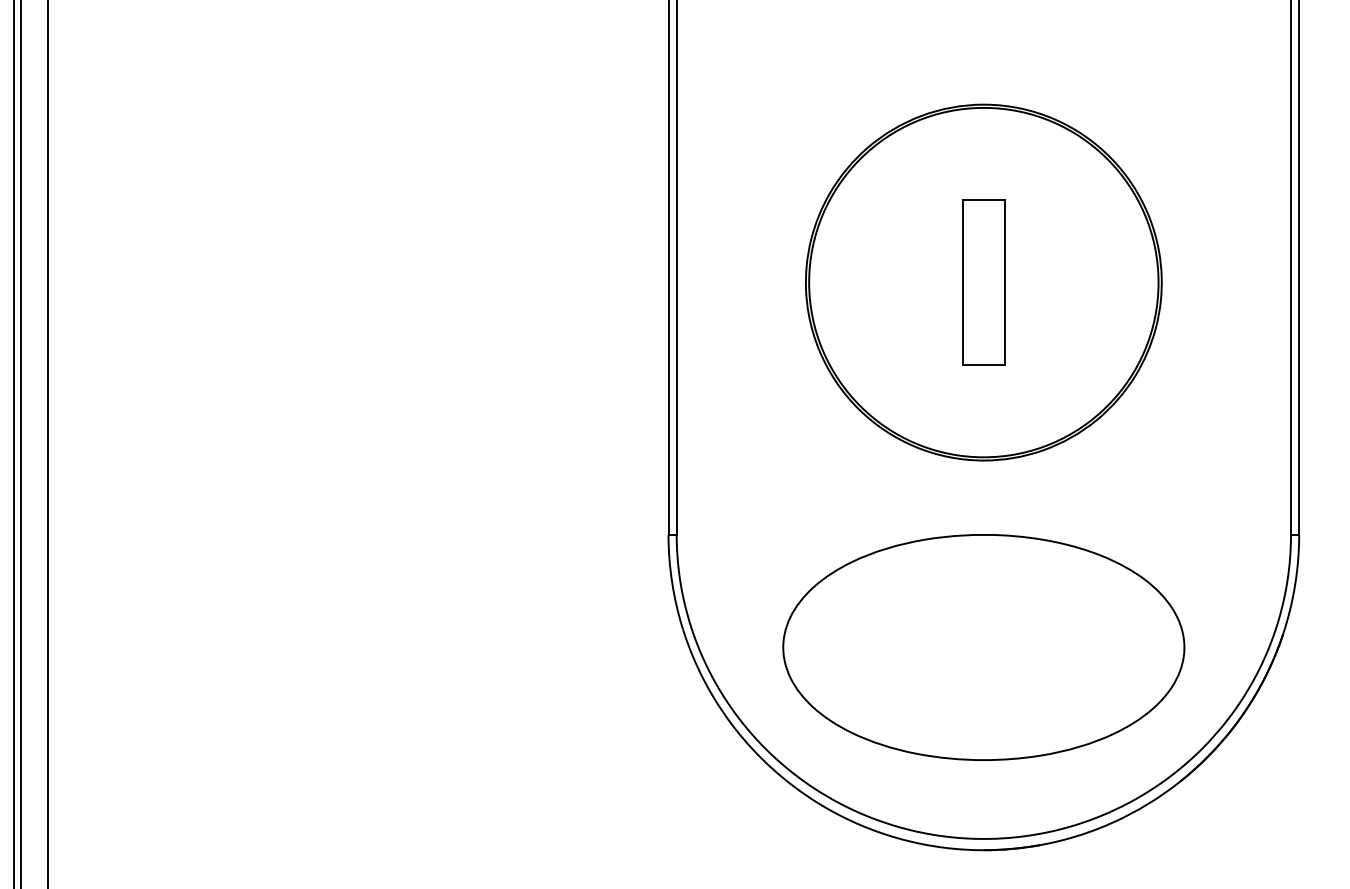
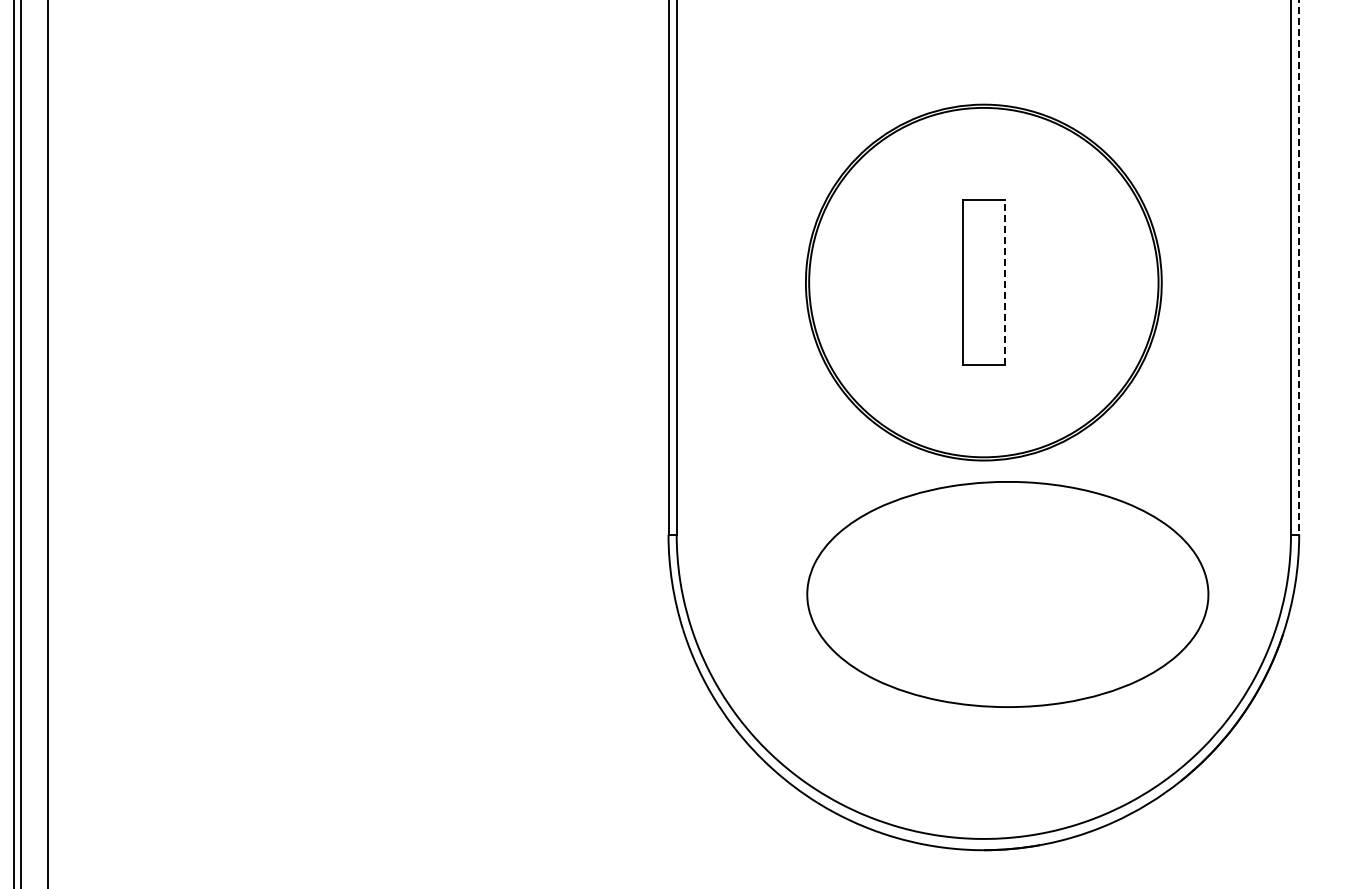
line at (1299, 268): solid -> dashed
line at (1005, 282): solid -> dashed
part at (983, 647) position: (983, 647) -> (1007, 594)
